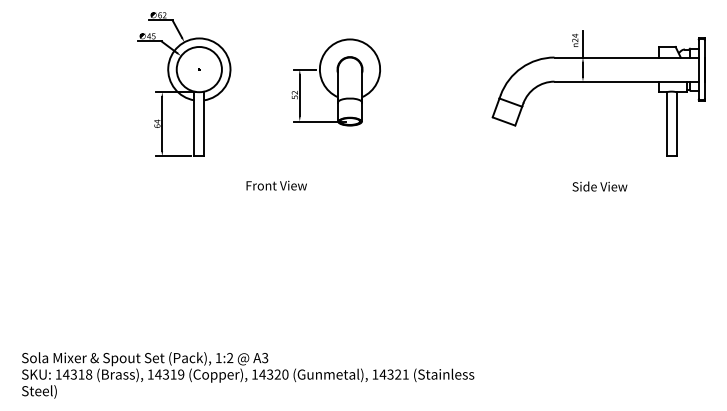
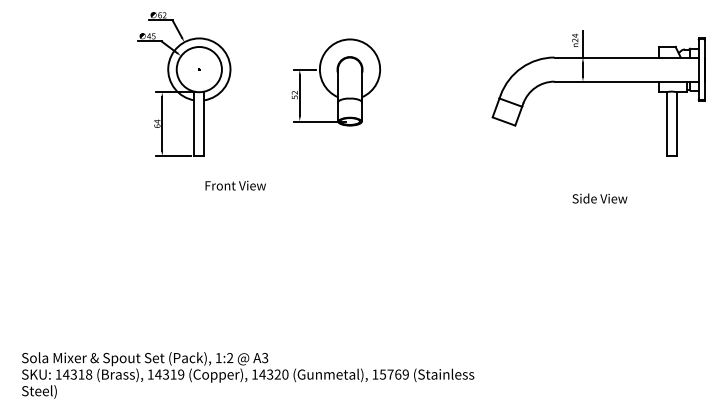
text at (276, 185) position: (276, 185) -> (235, 185)
text at (599, 186) position: (599, 186) -> (599, 198)
text at (393, 374): 14321 -> 15769
